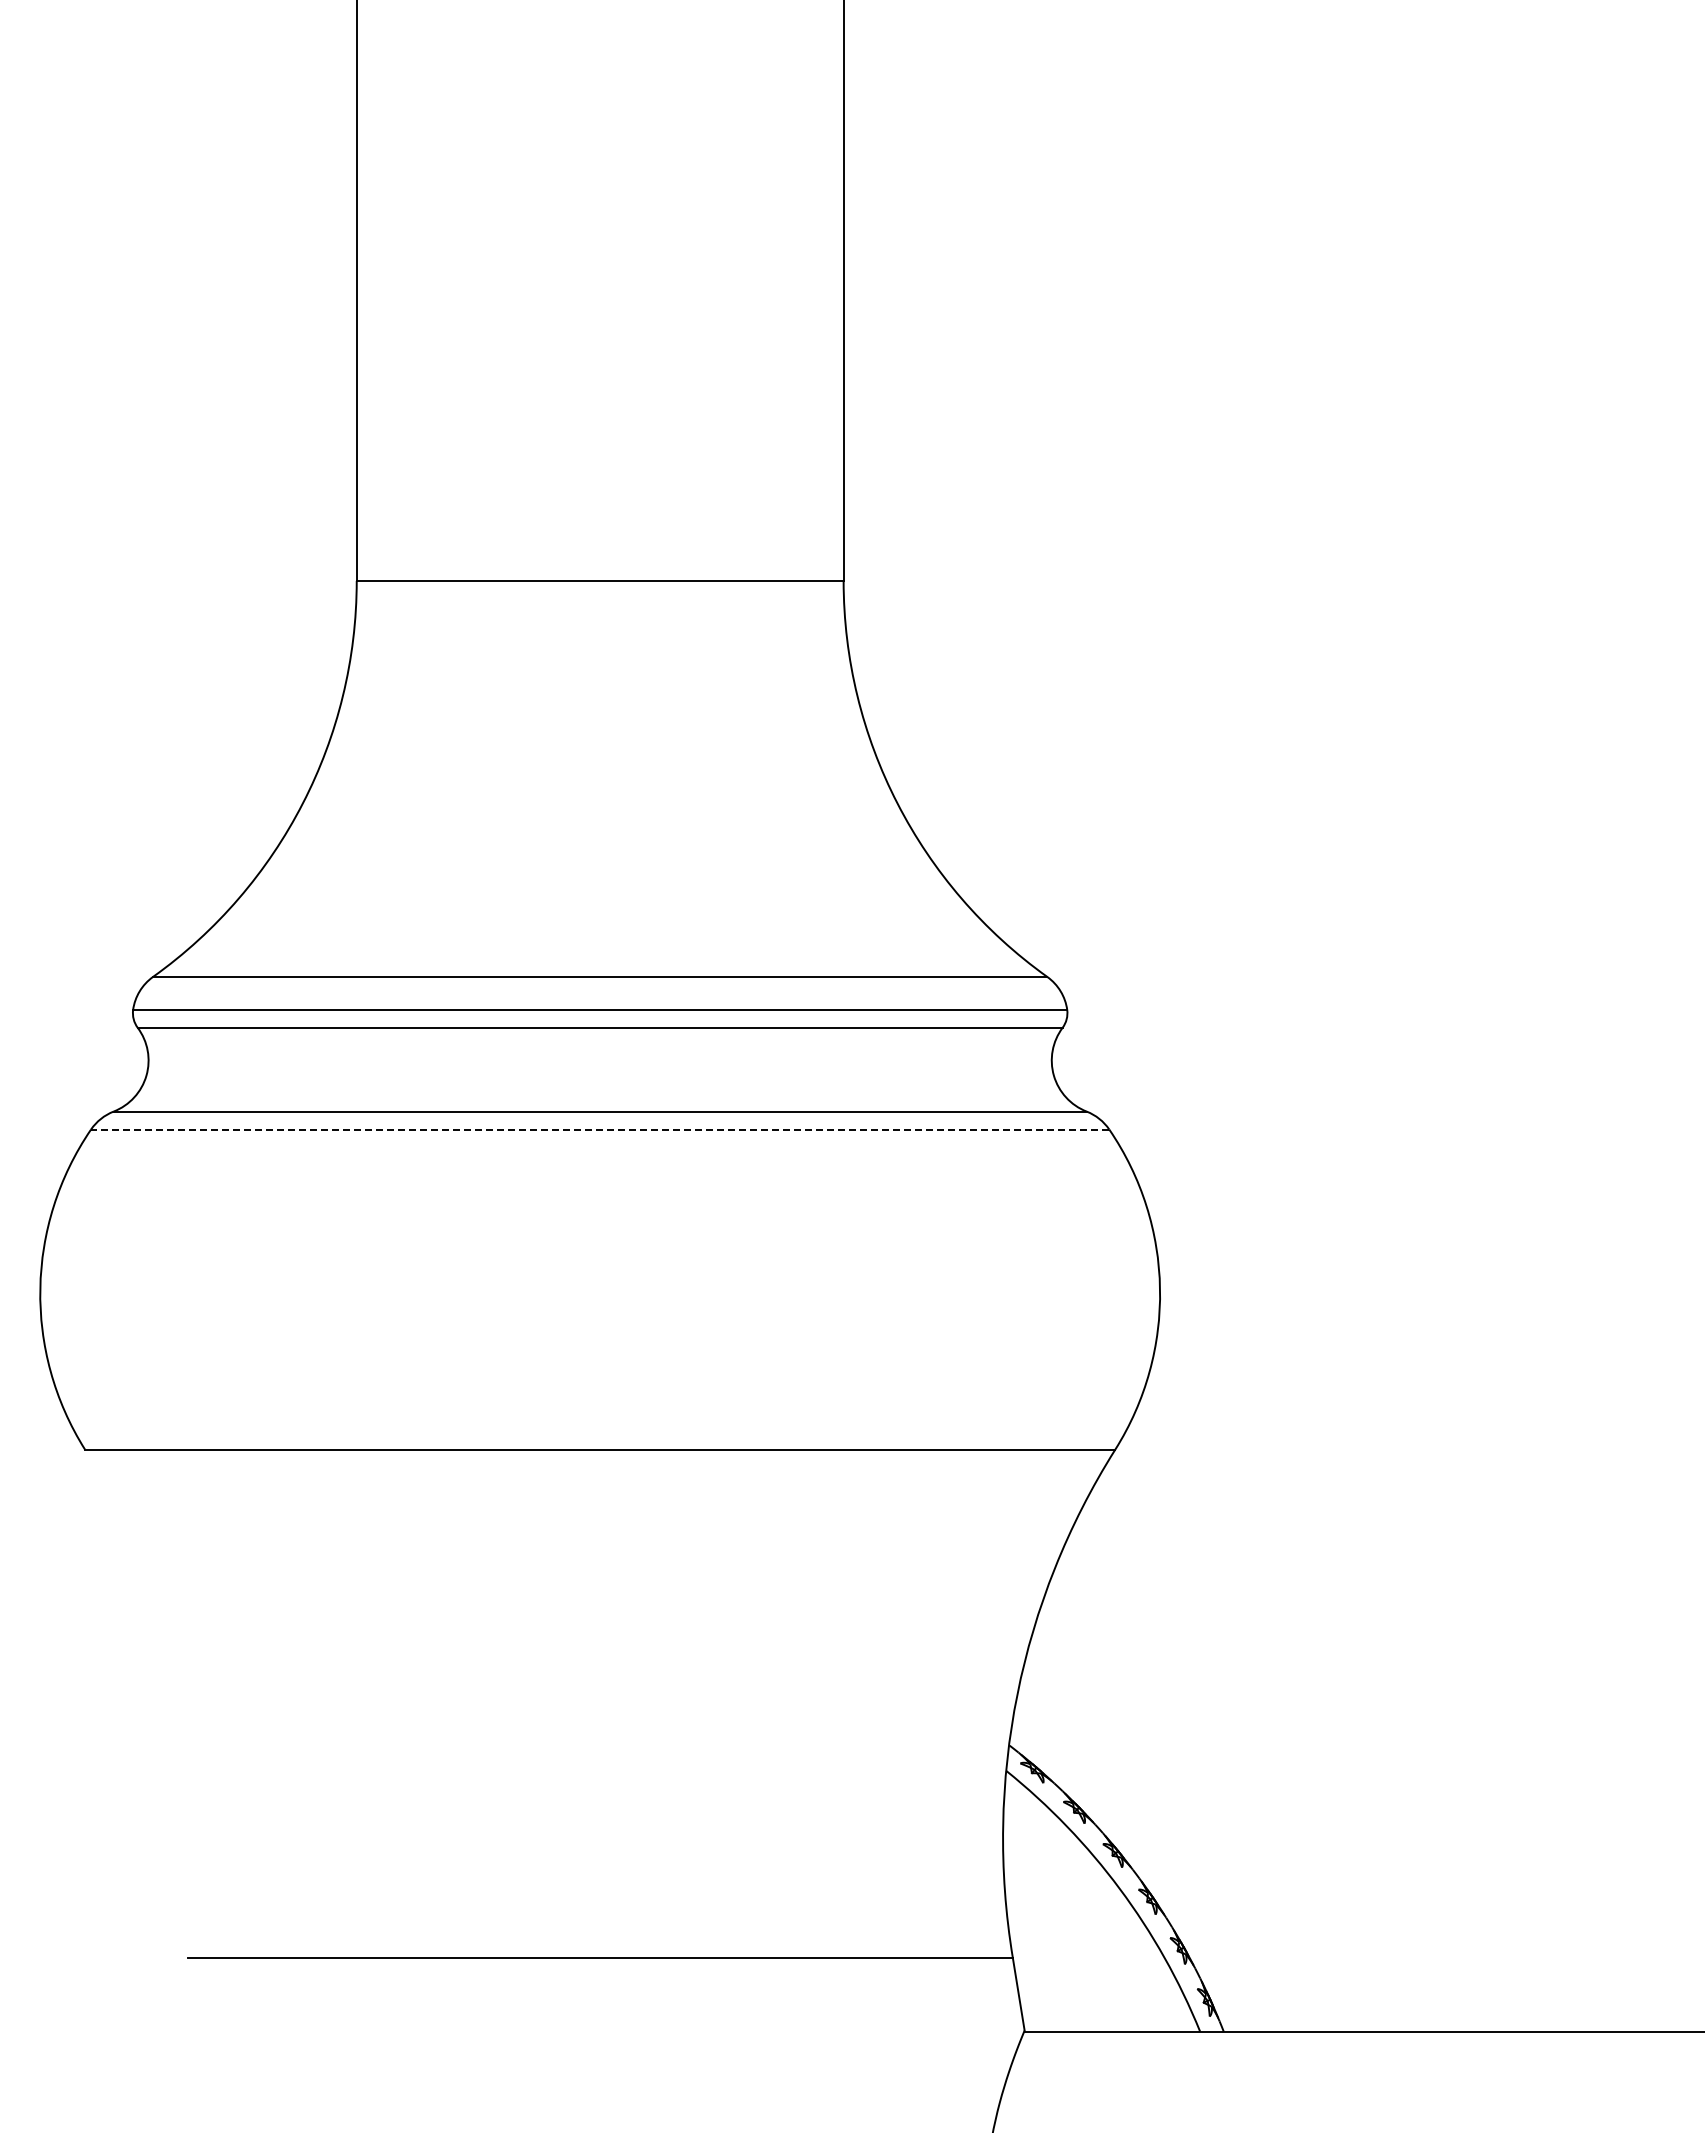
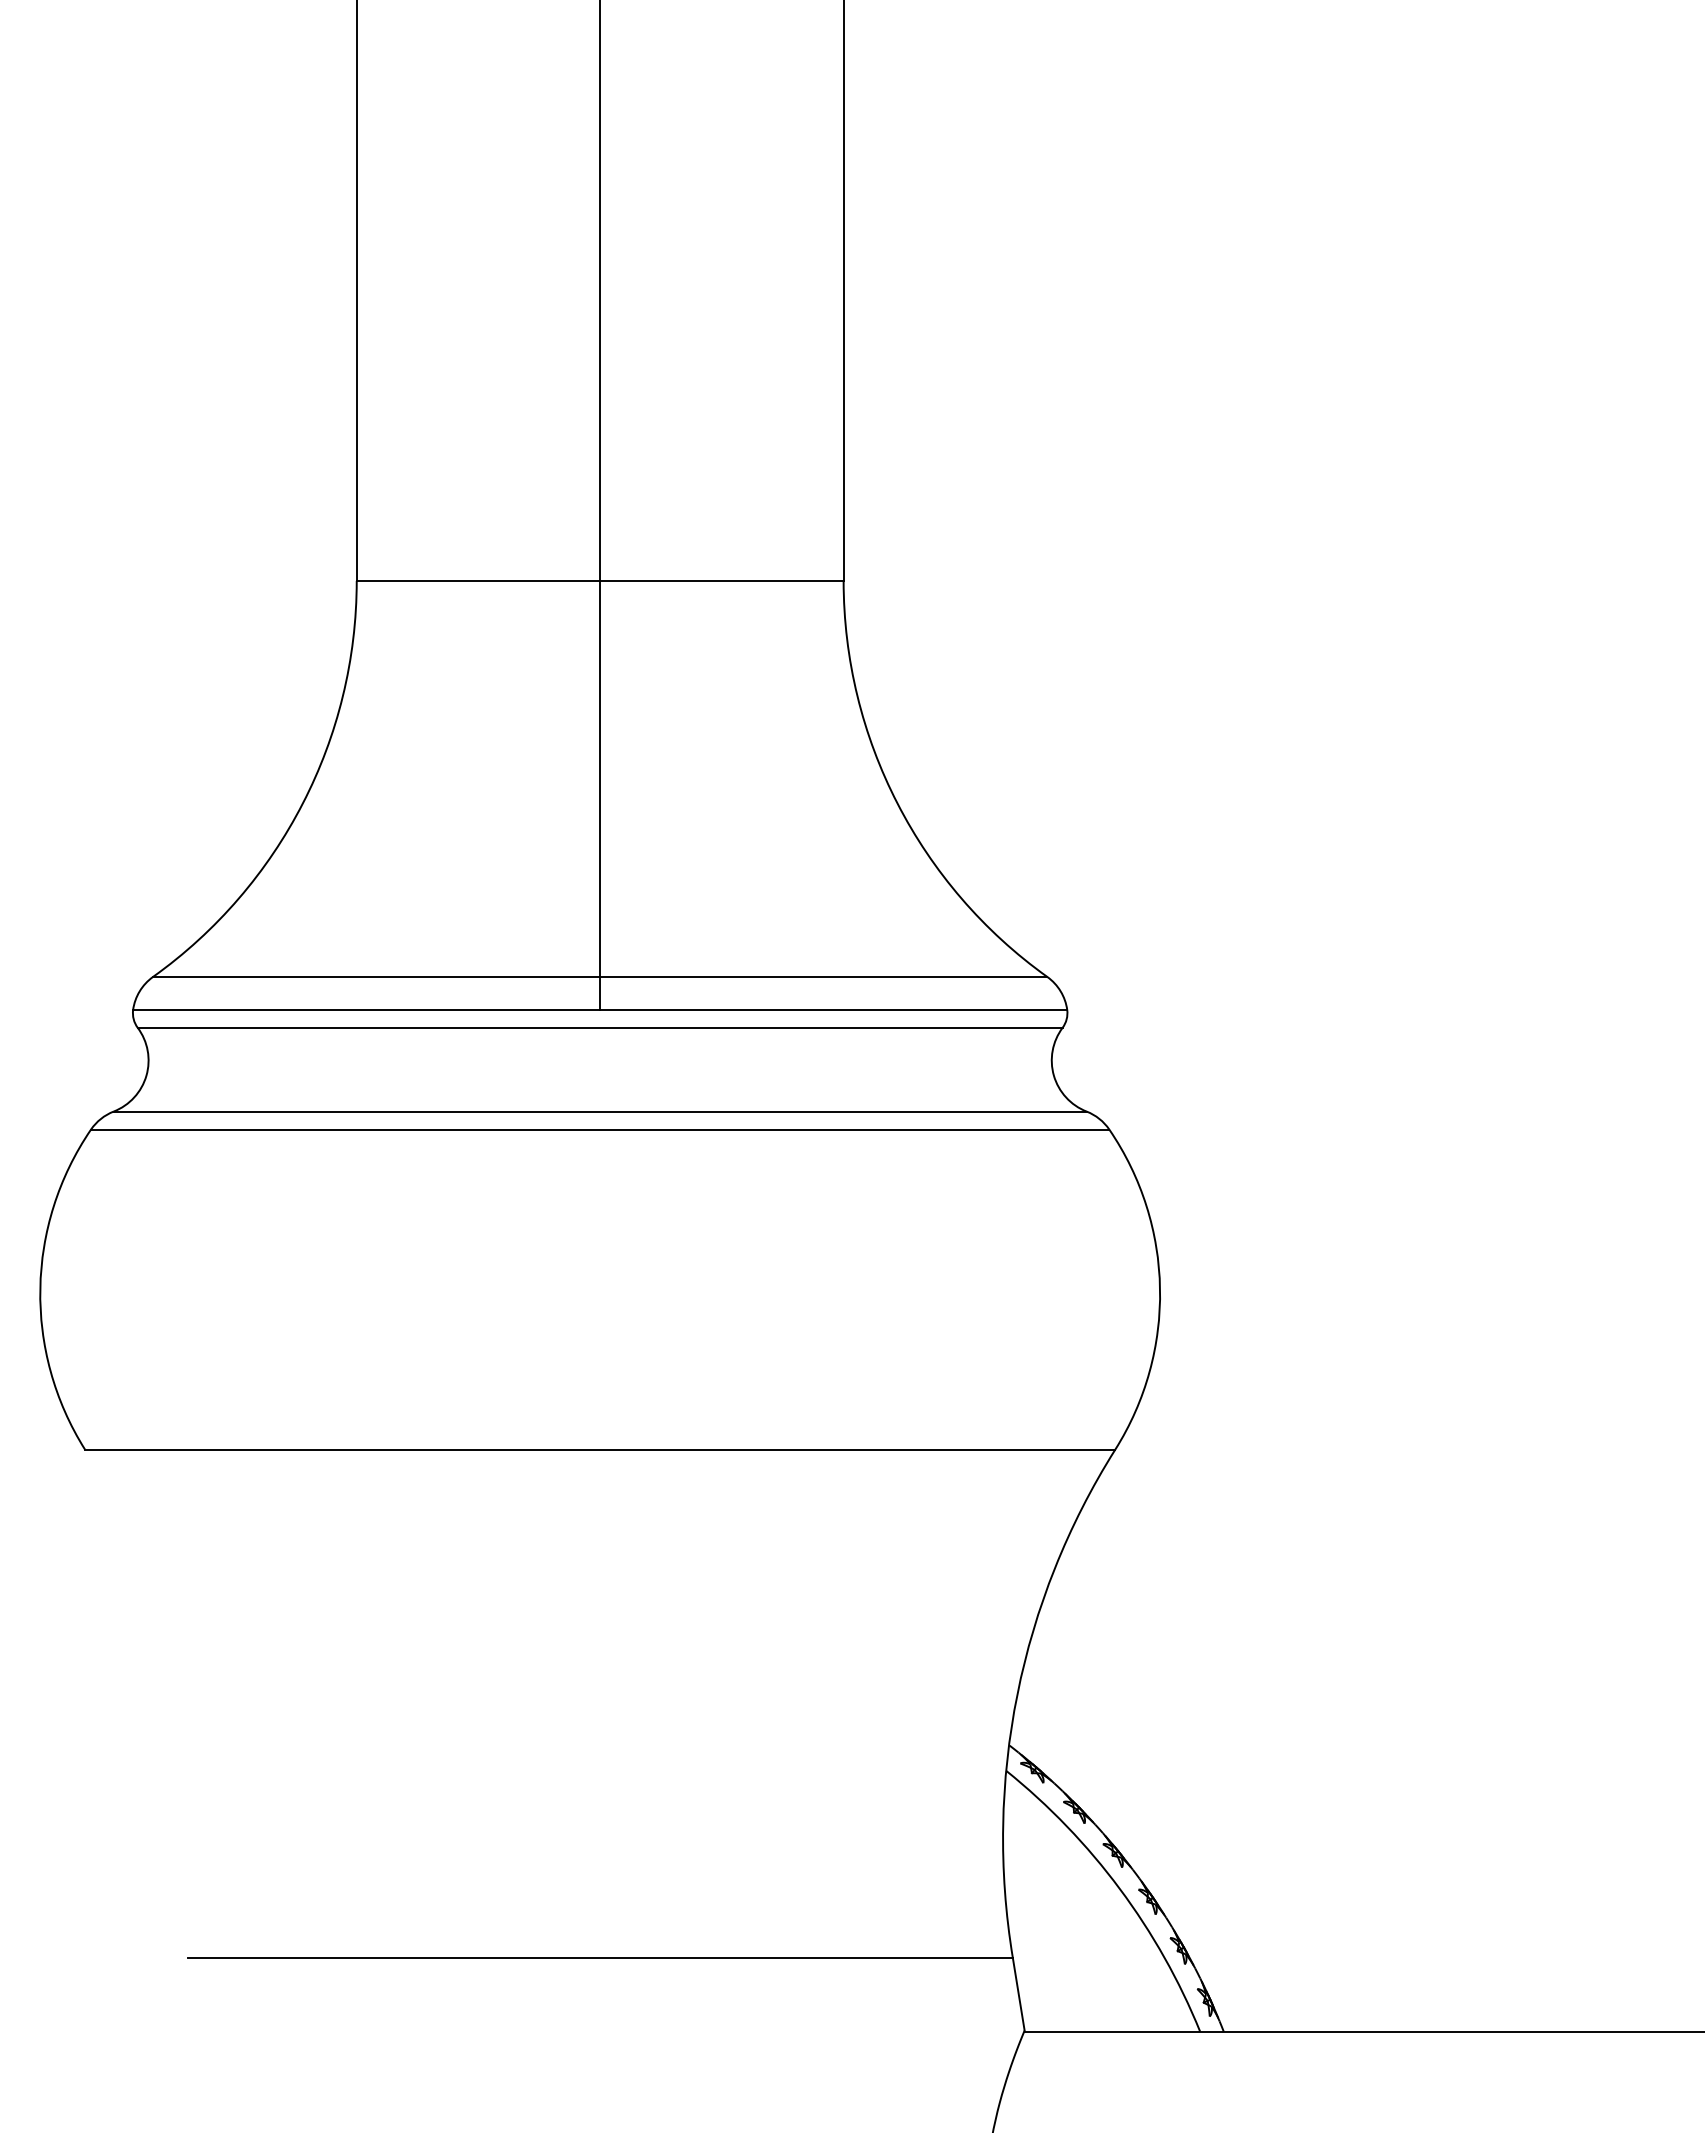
line at (600, 505): none -> present
line at (599, 1129): dashed -> solid
